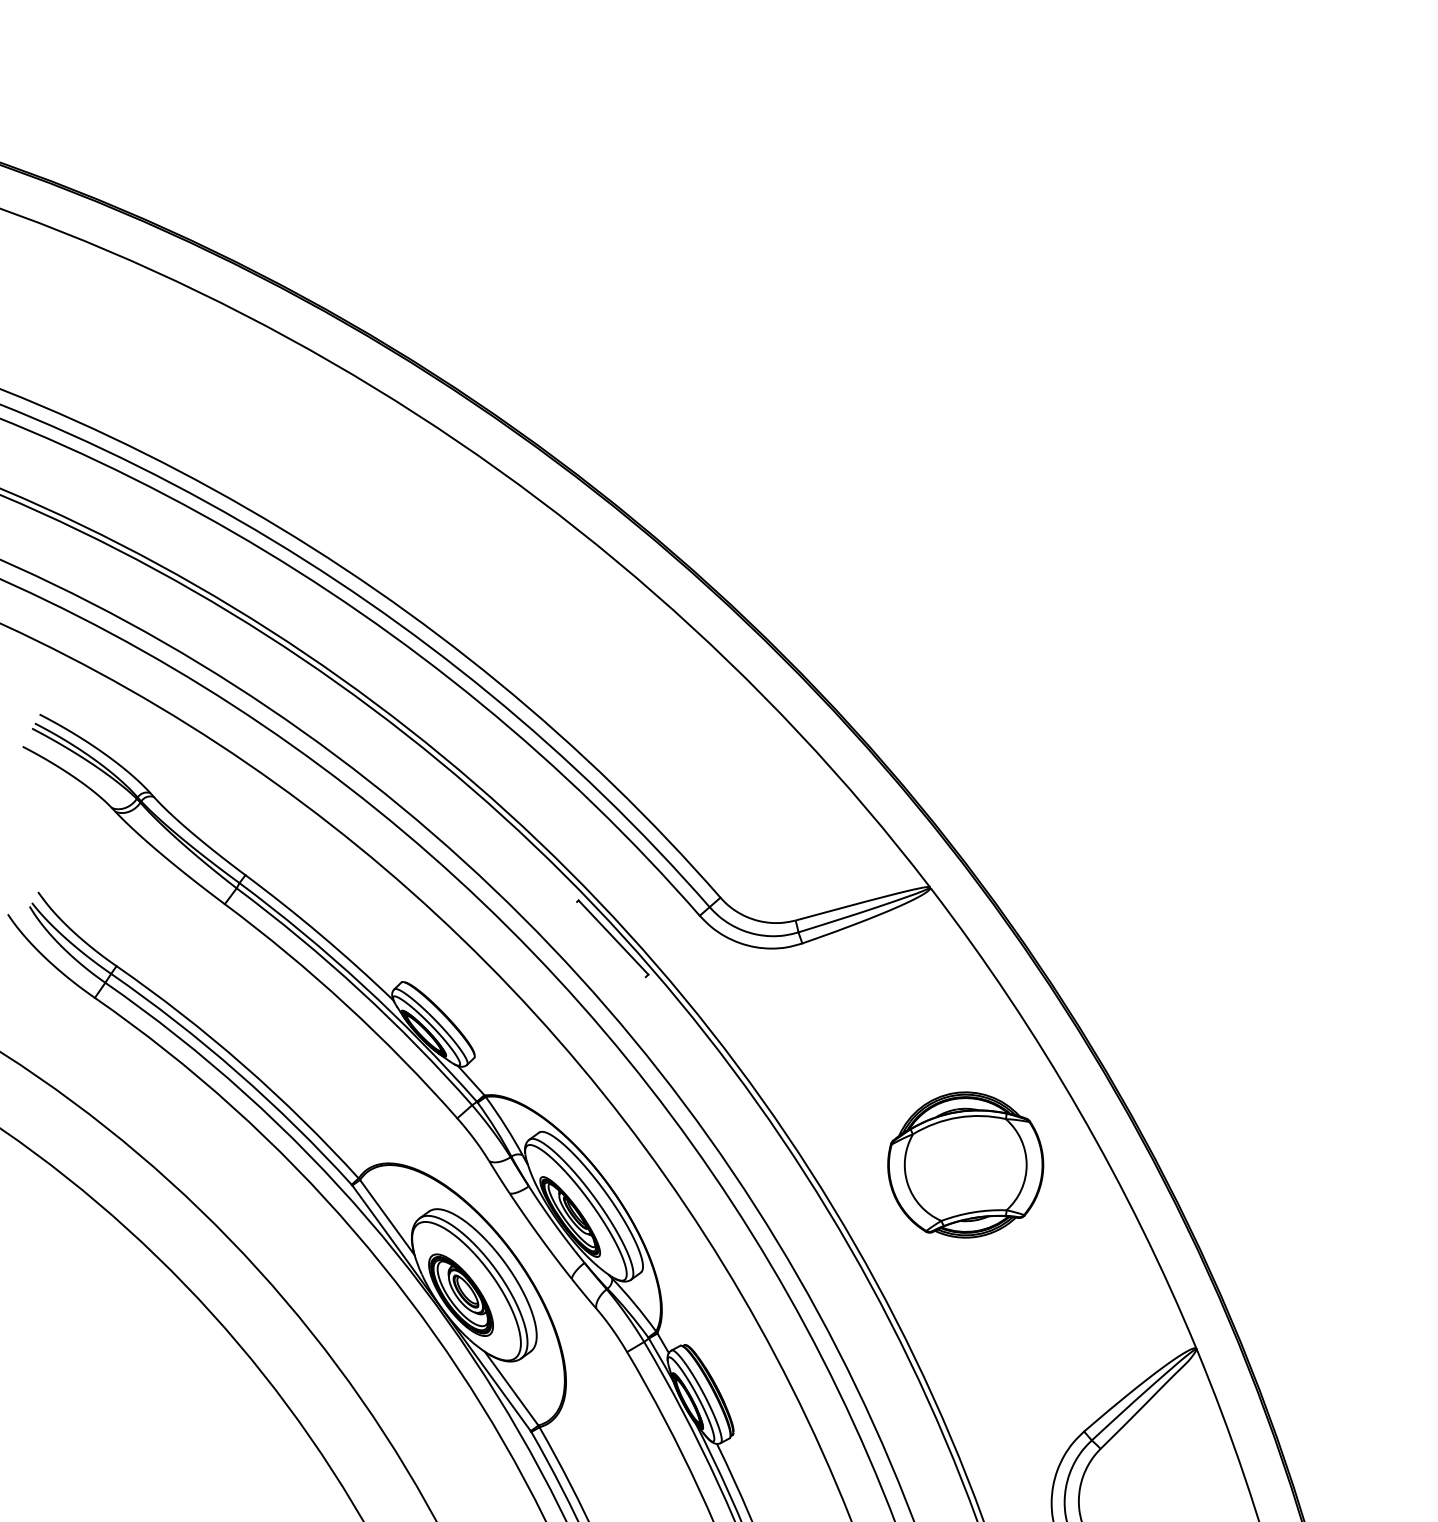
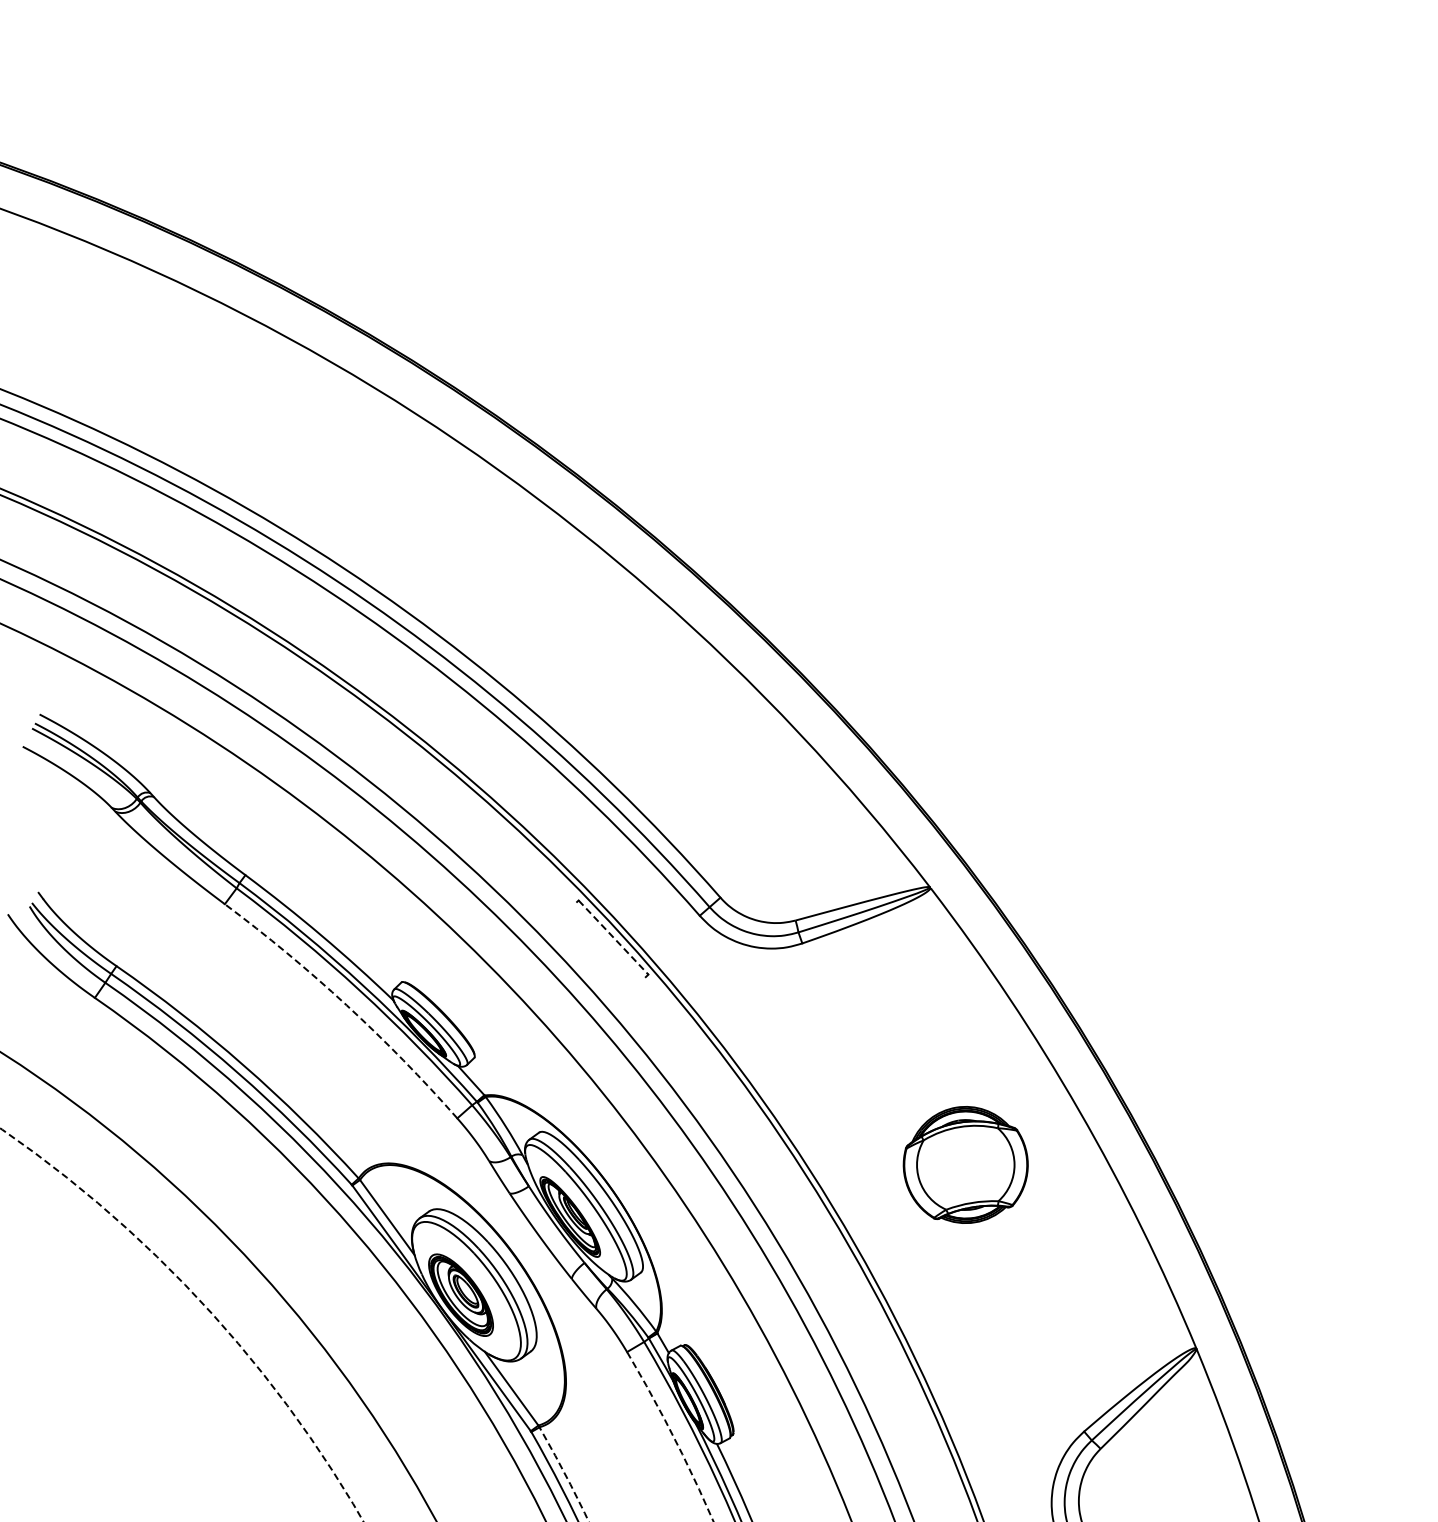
line at (613, 937): solid -> dashed
arc at (346, 1005): solid -> dashed
part at (965, 1164) size: 158x148 px -> 127x118 px
arc at (202, 1303): solid -> dashed
arc at (673, 1435): solid -> dashed
arc at (565, 1474): solid -> dashed
